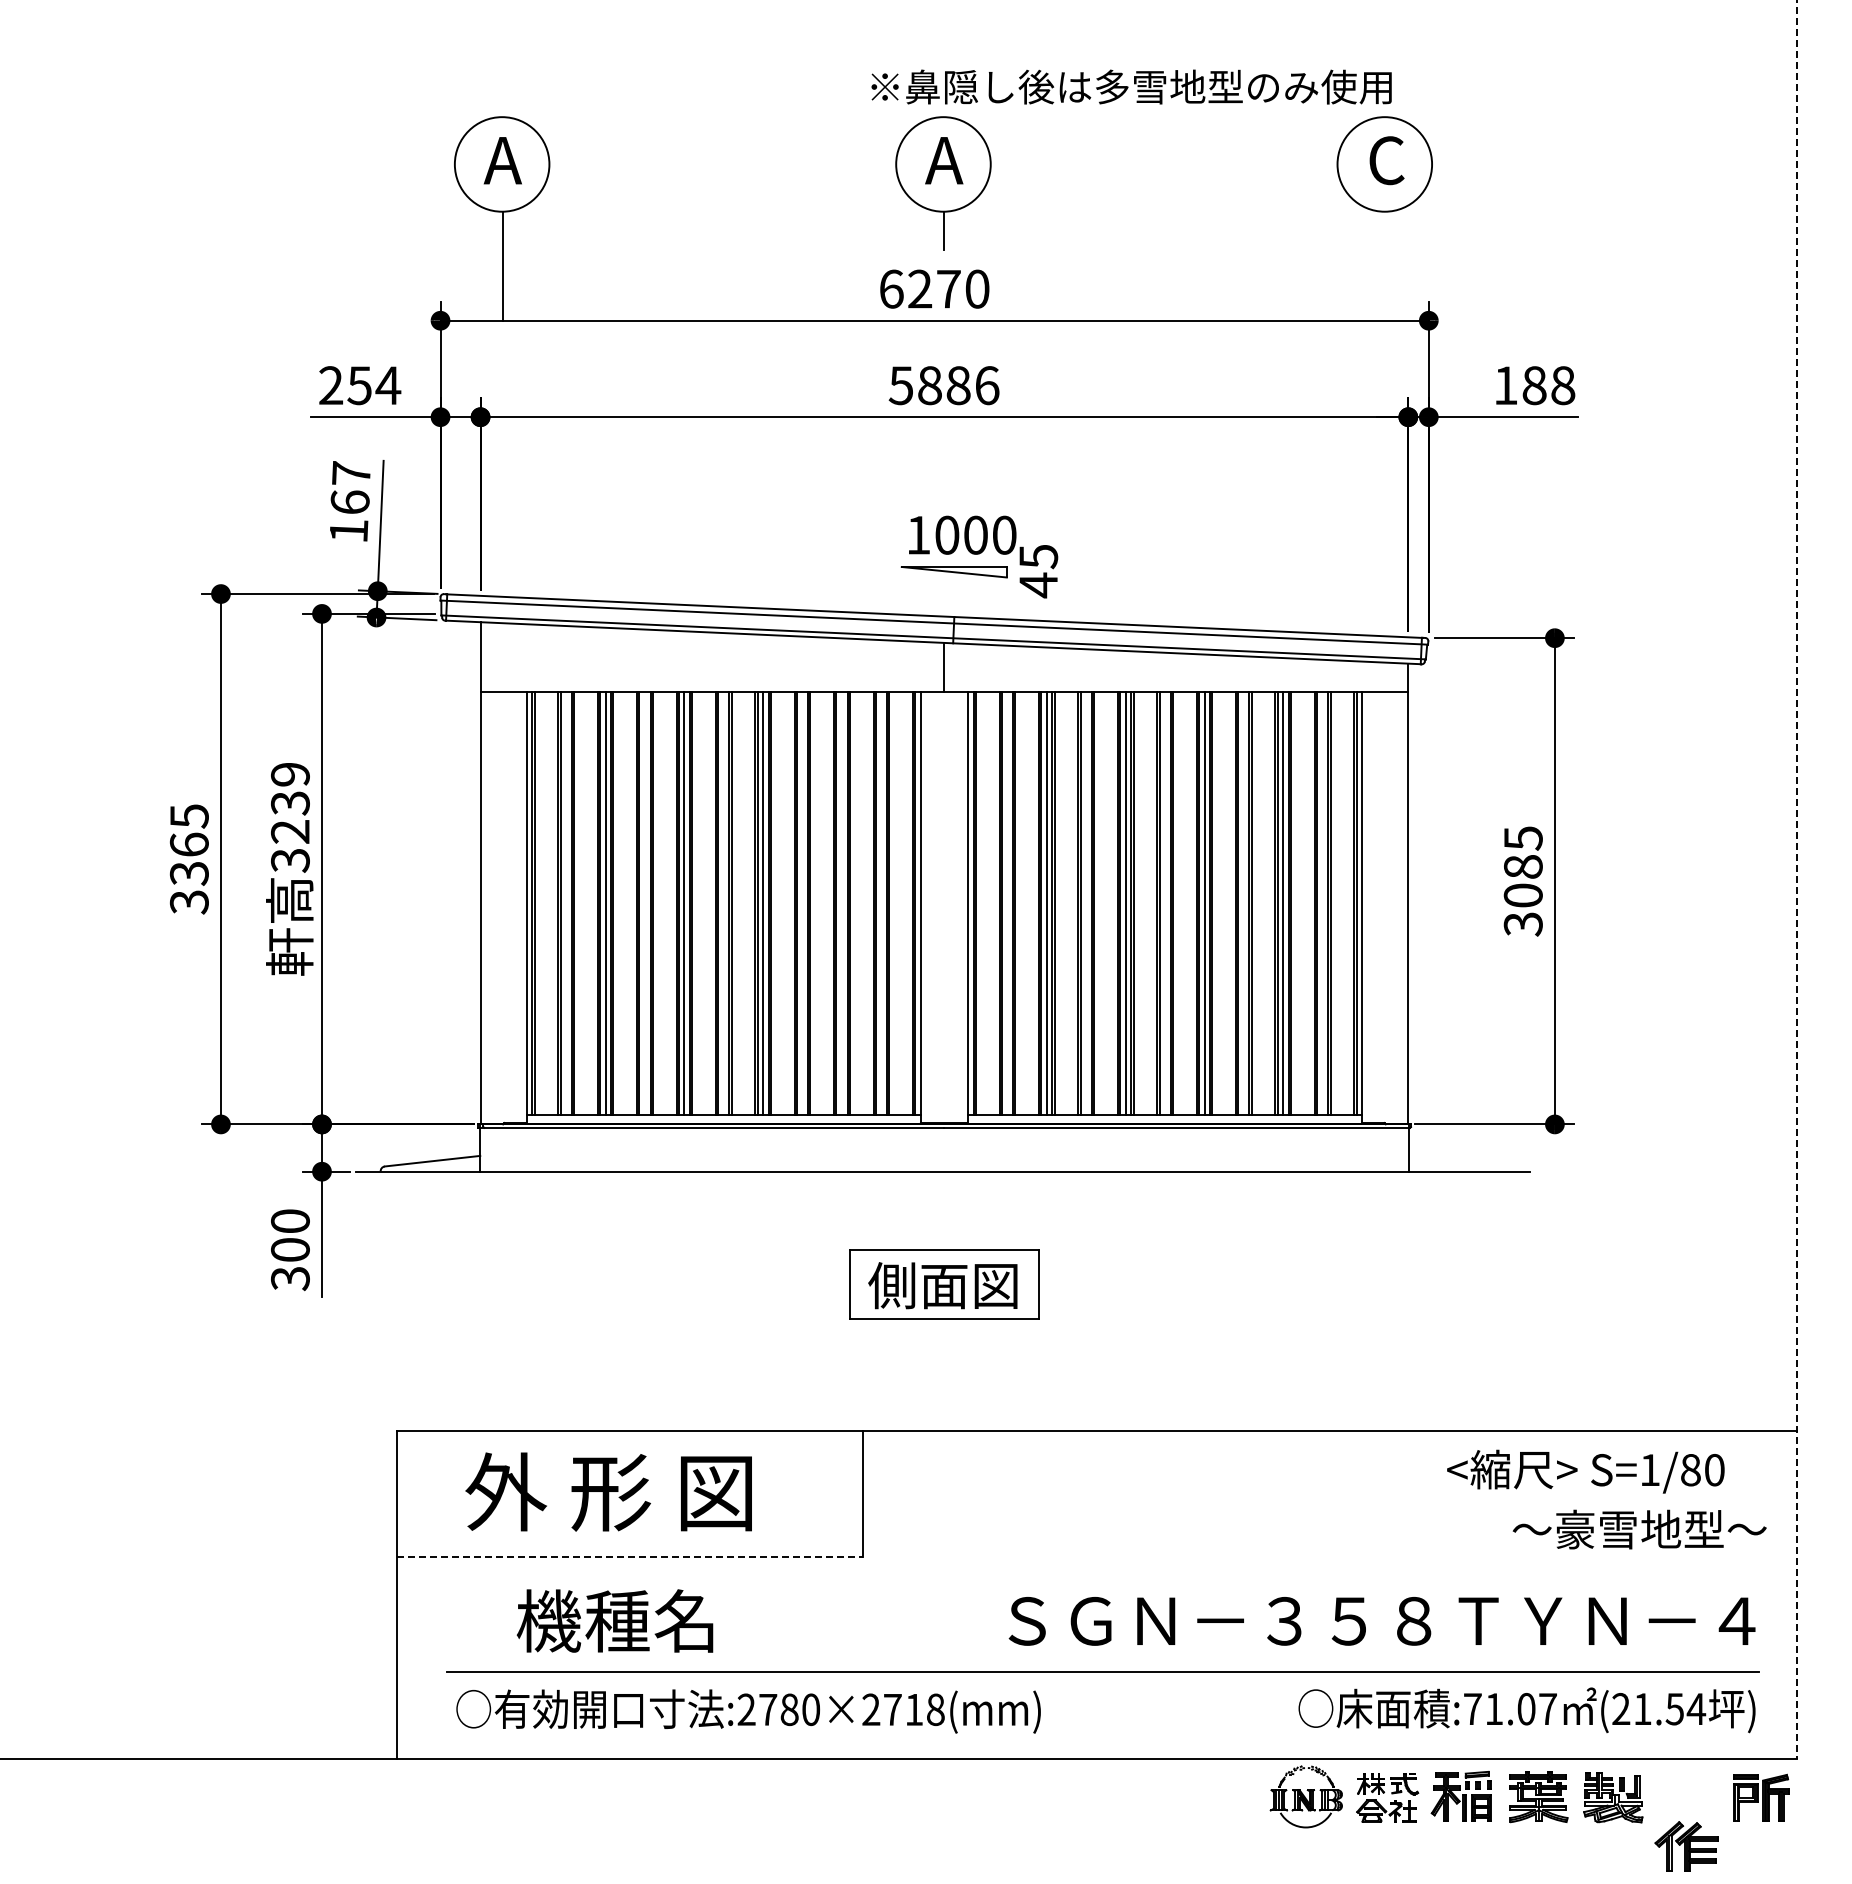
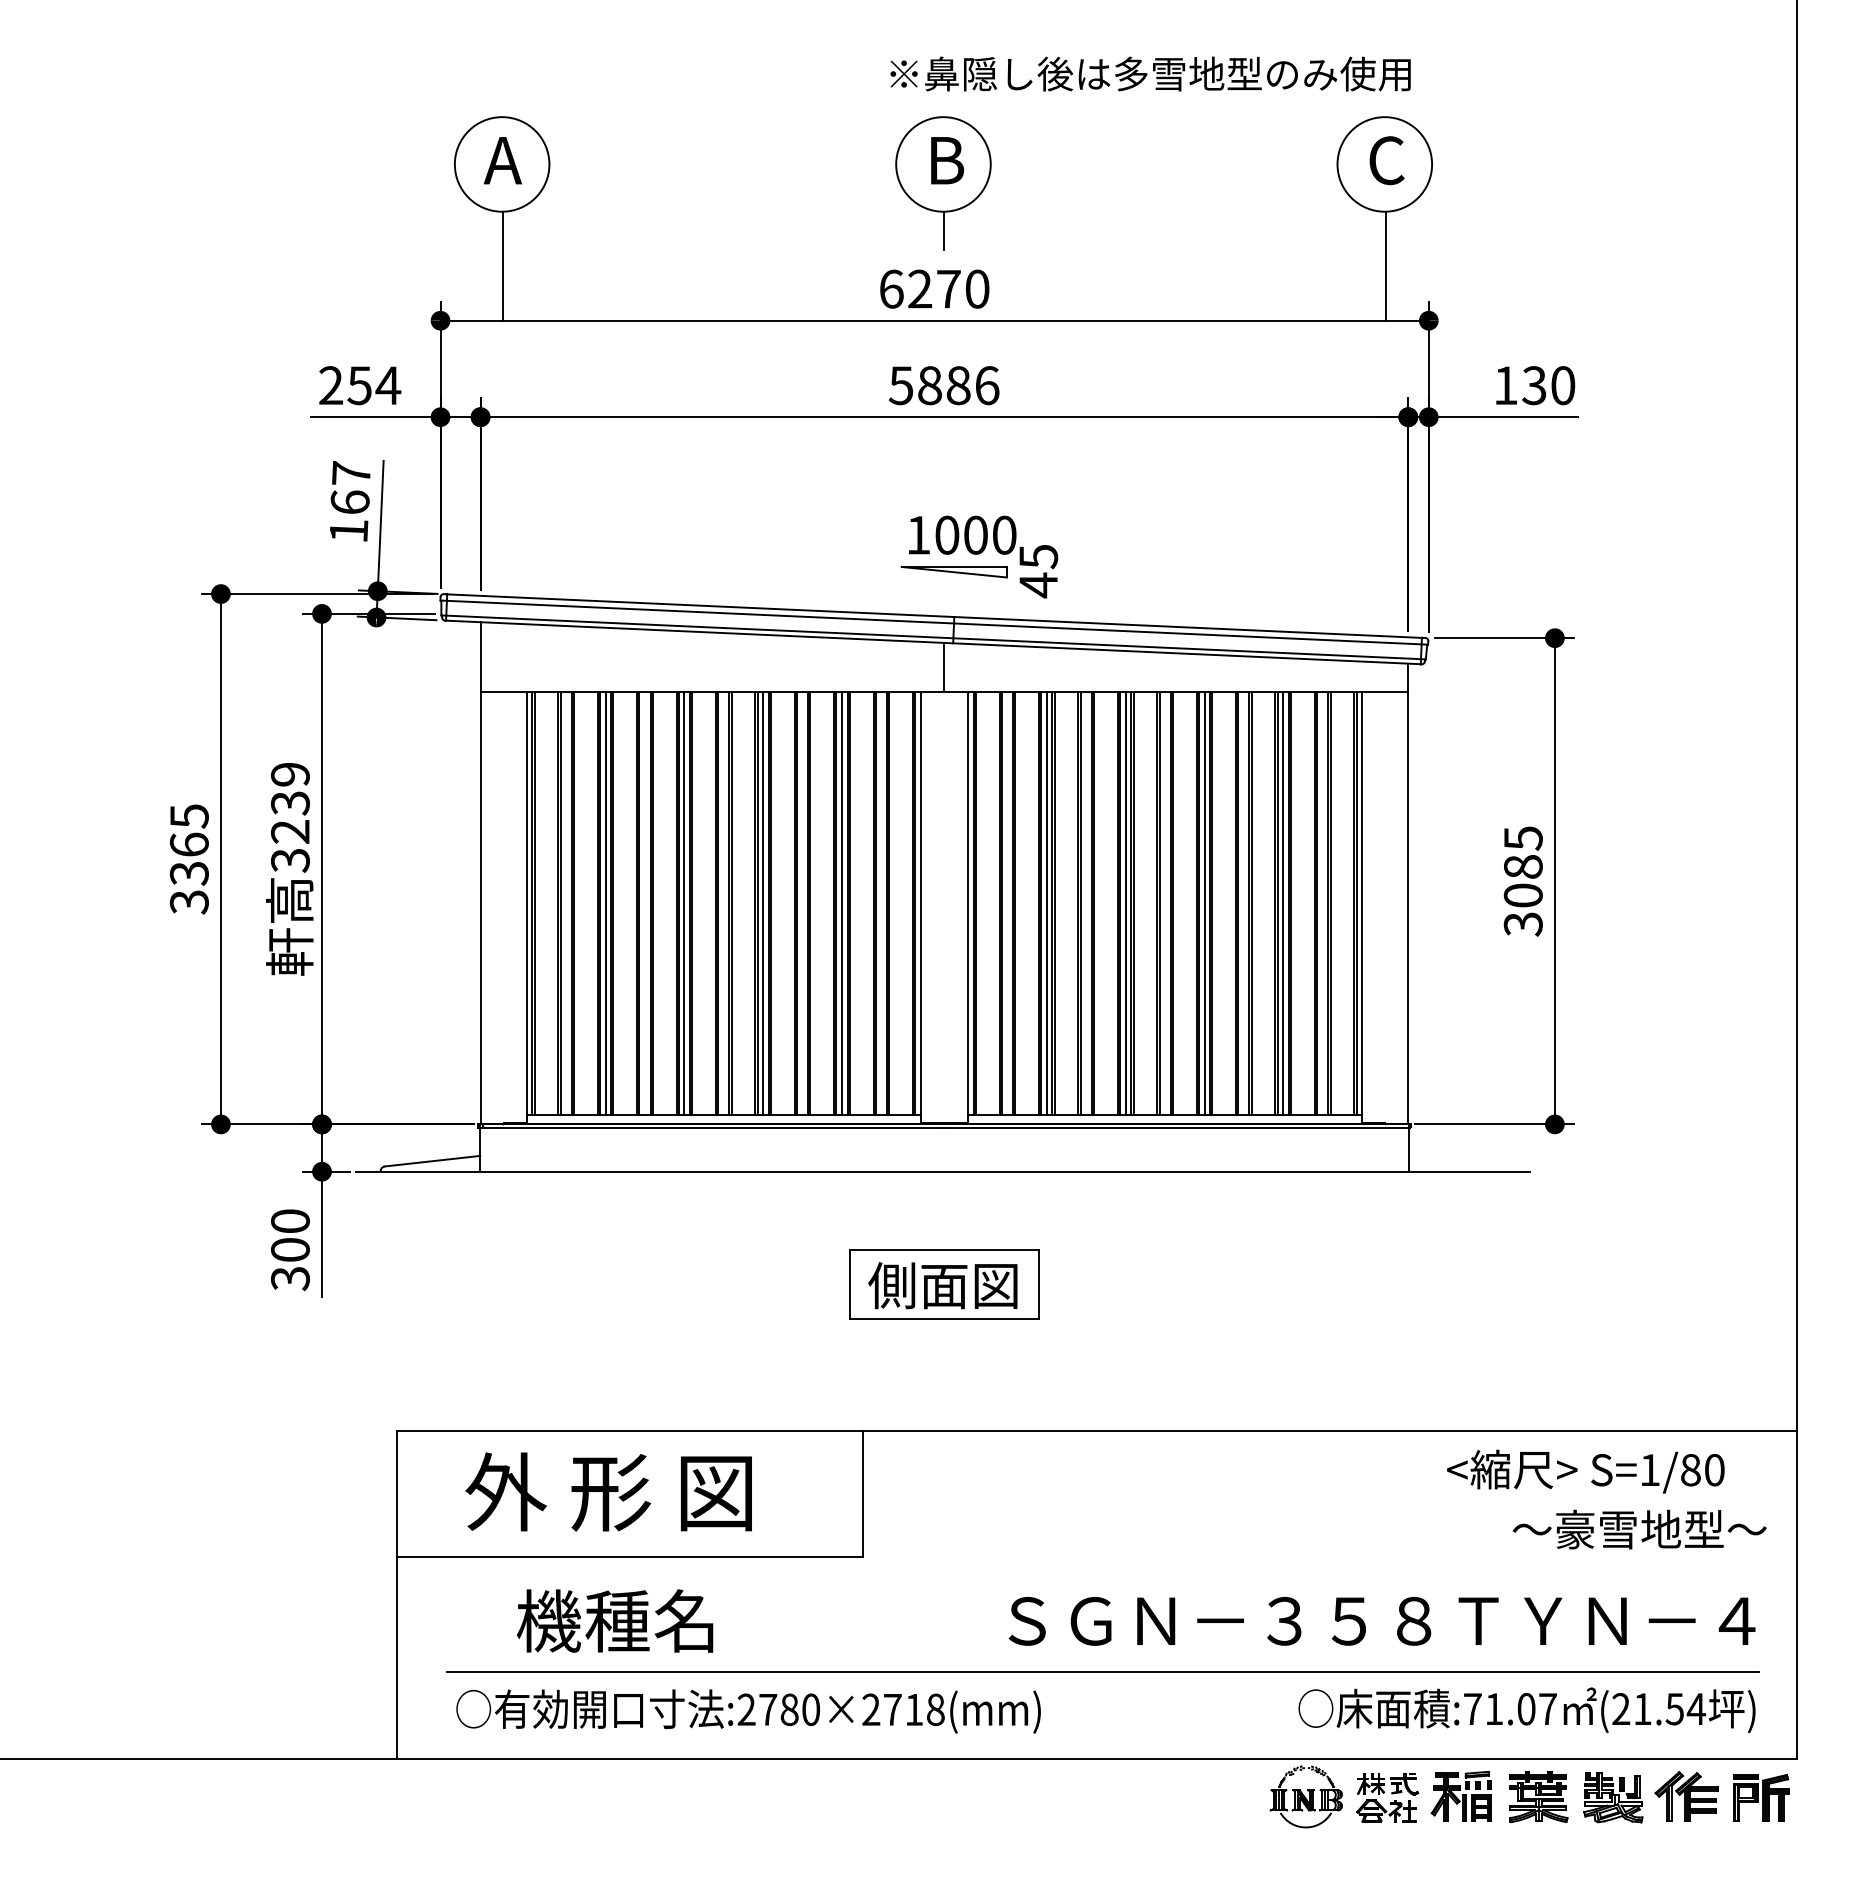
text at (1131, 86) position: (1131, 86) -> (1150, 73)
text at (944, 160): A -> B
line at (1385, 265): none -> present
text at (1548, 385): 188 -> 130
line at (1796, 879): dashed -> solid
line at (842, 902): none -> present
line at (630, 1556): dashed -> solid
part at (1686, 1846) position: (1686, 1846) -> (1686, 1796)
